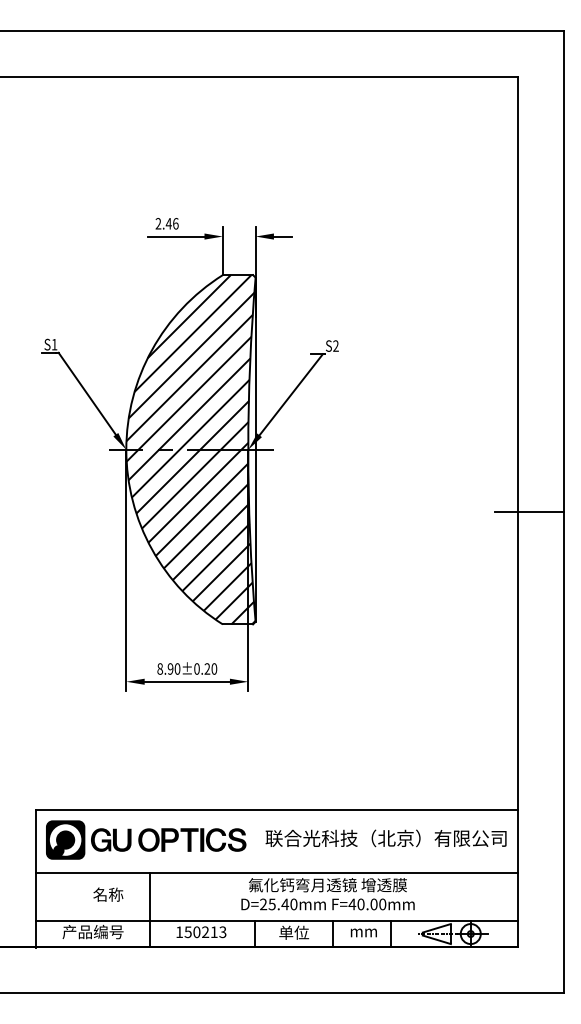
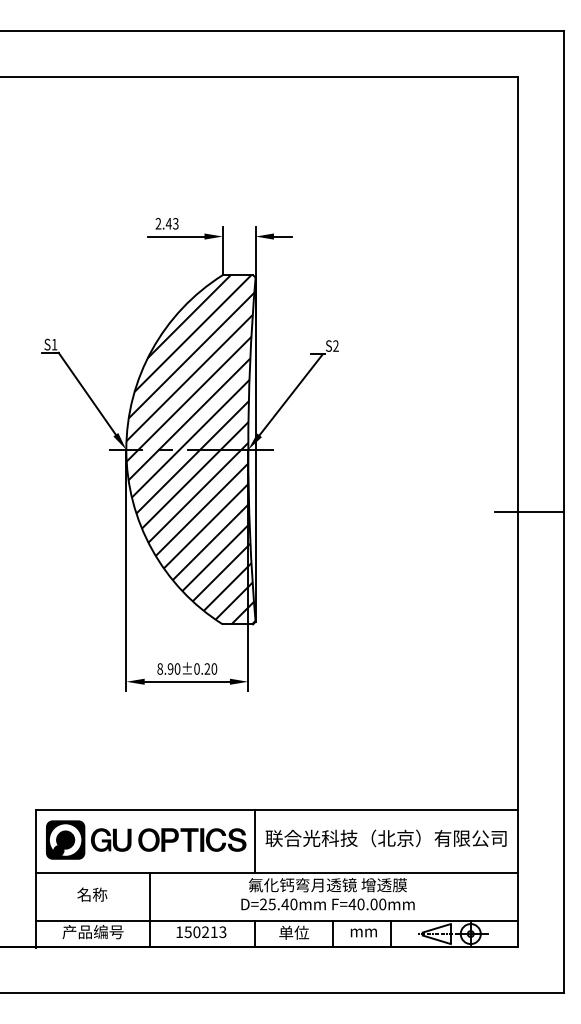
text at (175, 223): 2.46 -> 2.43
line at (254, 840): none -> present
text at (108, 894) position: (108, 894) -> (92, 894)
